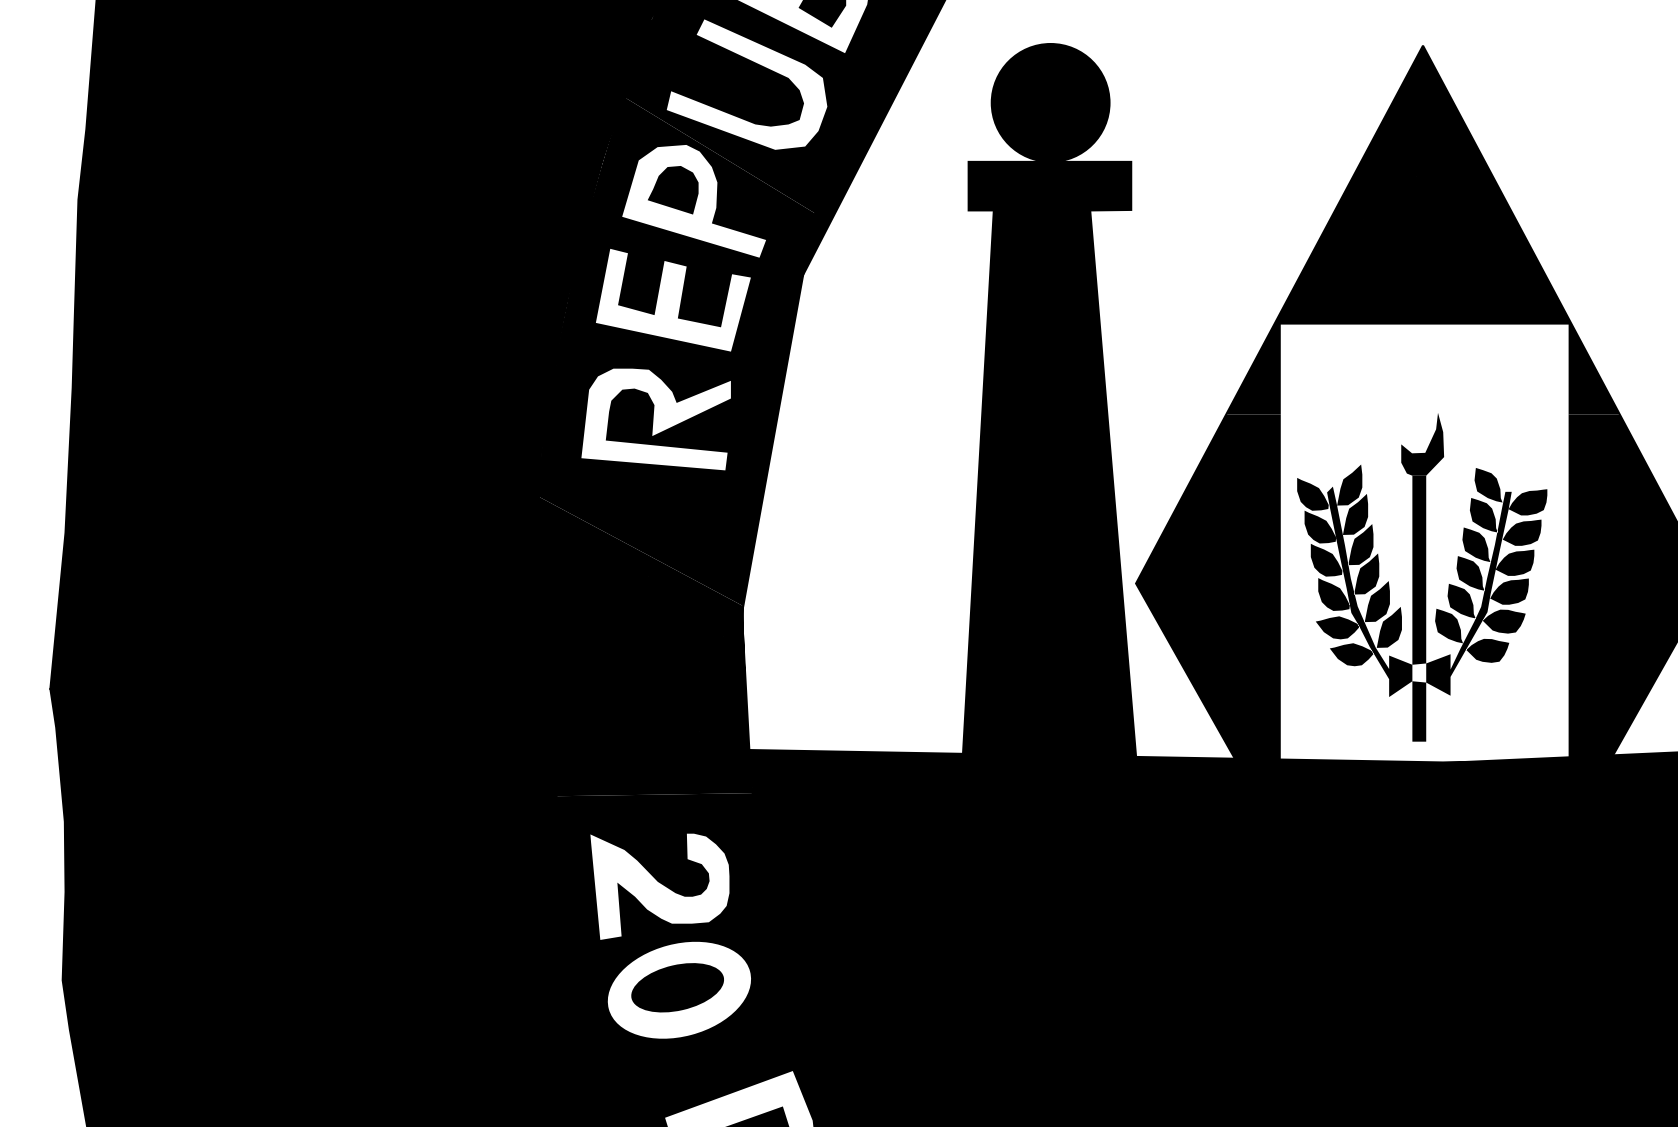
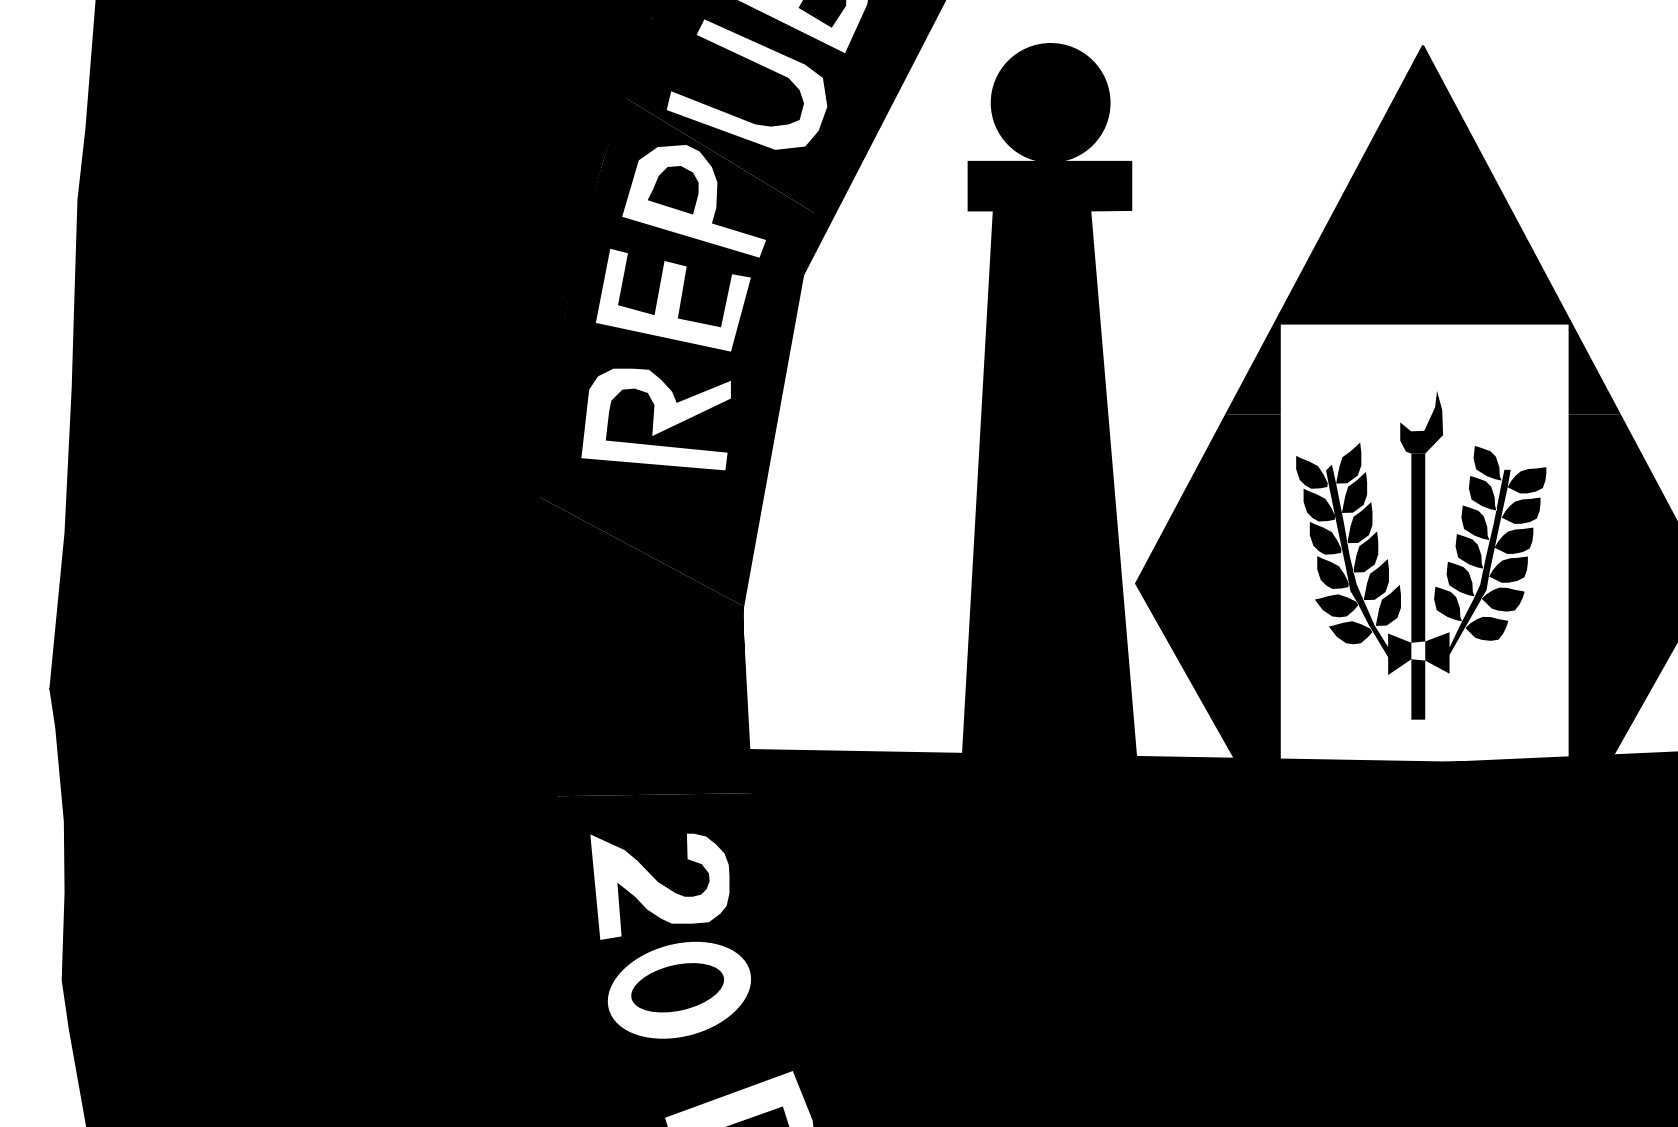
part at (1422, 577) position: (1422, 577) -> (1421, 555)
